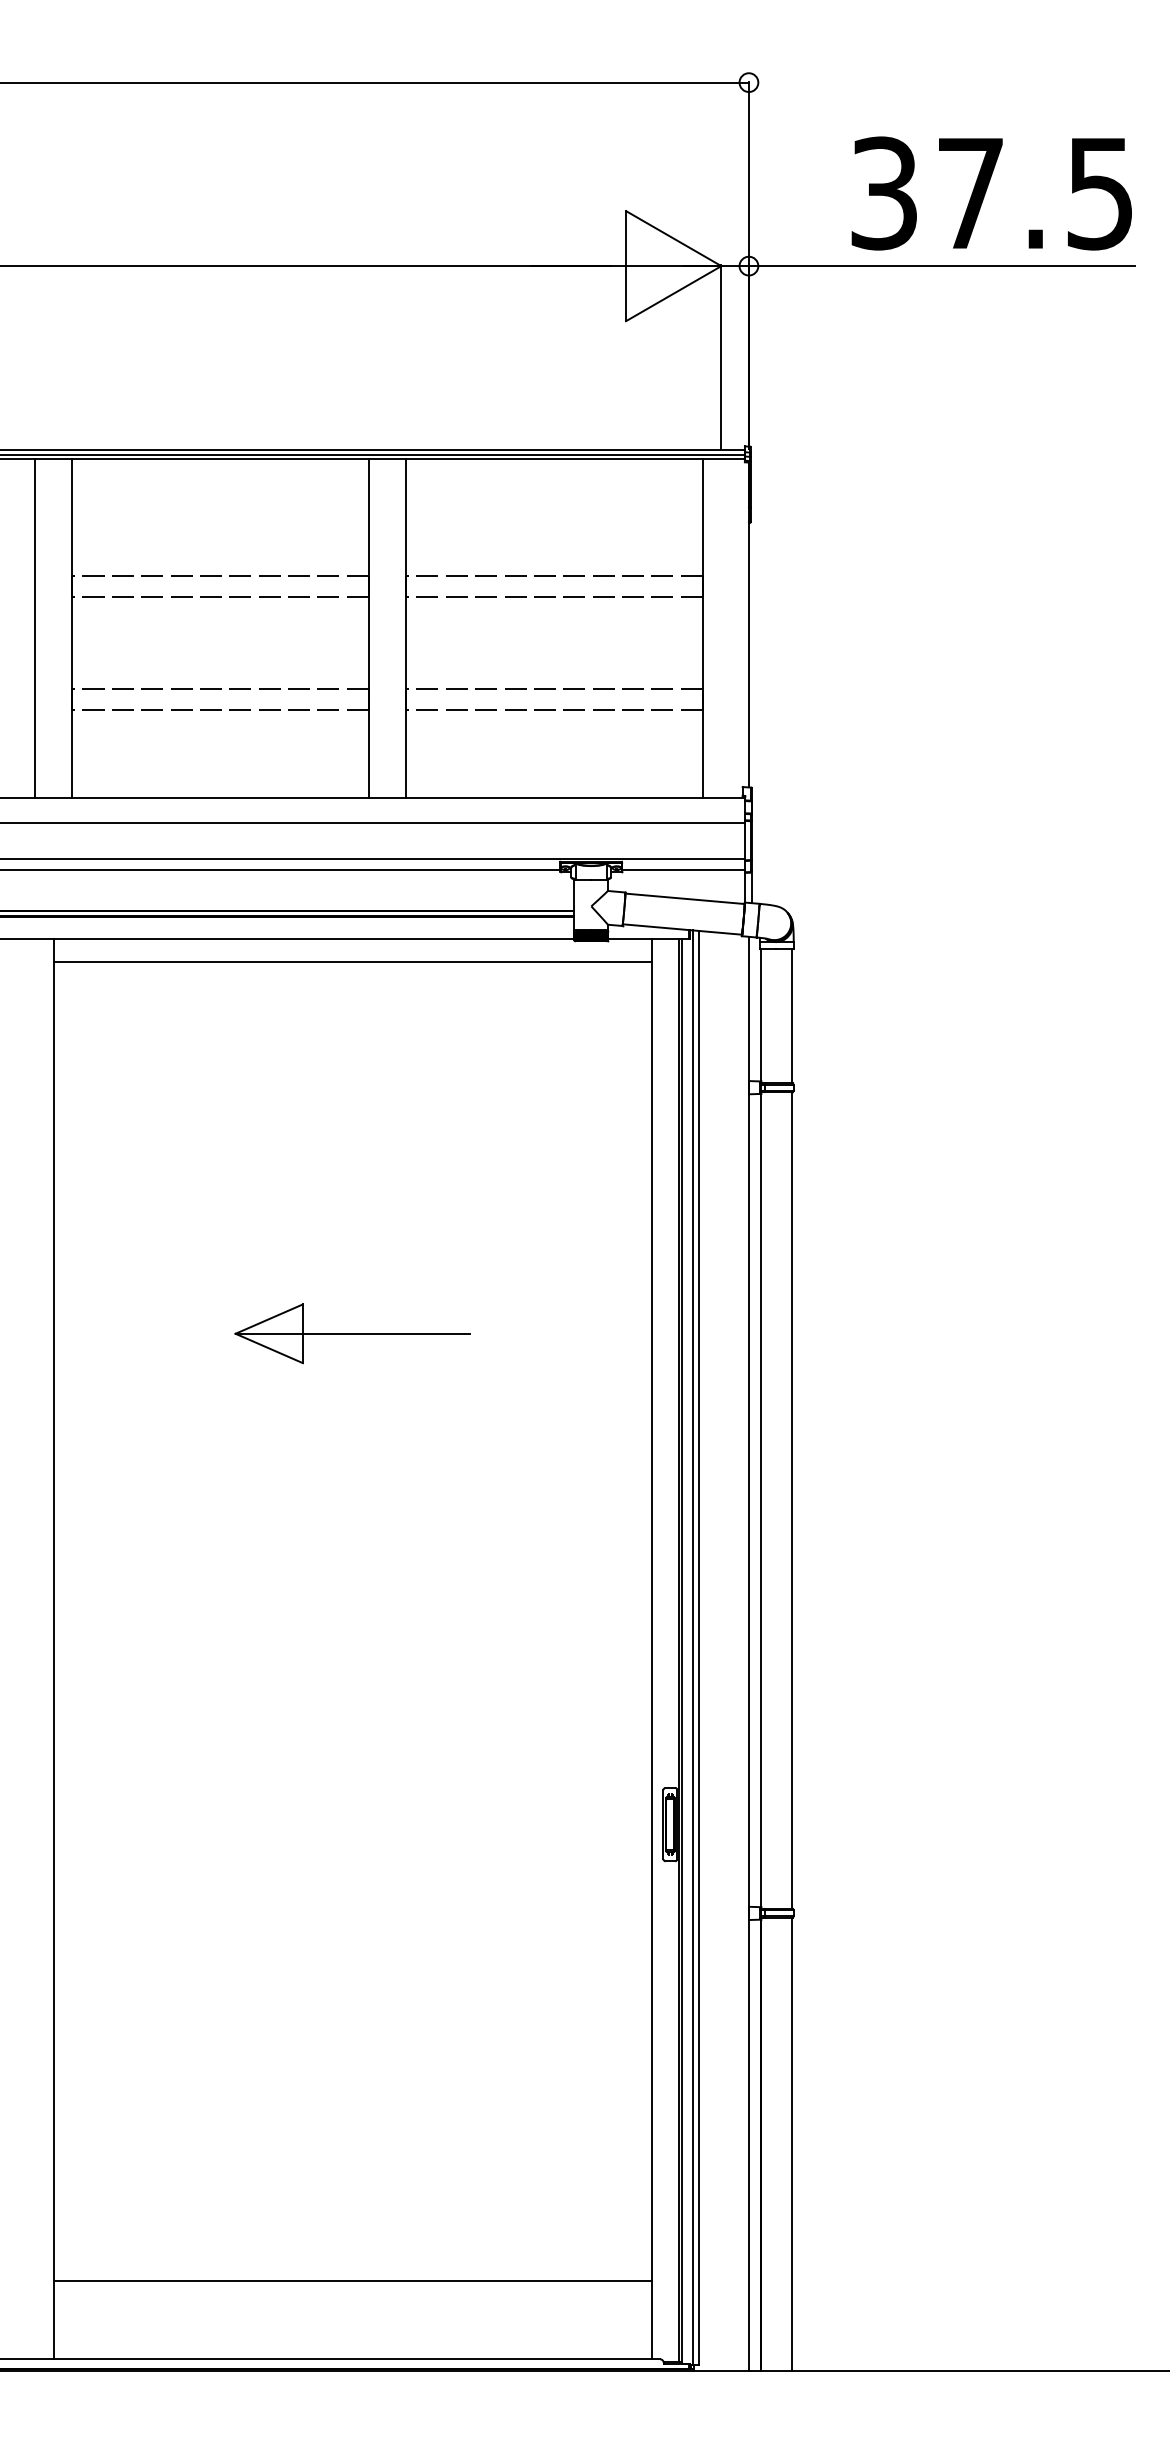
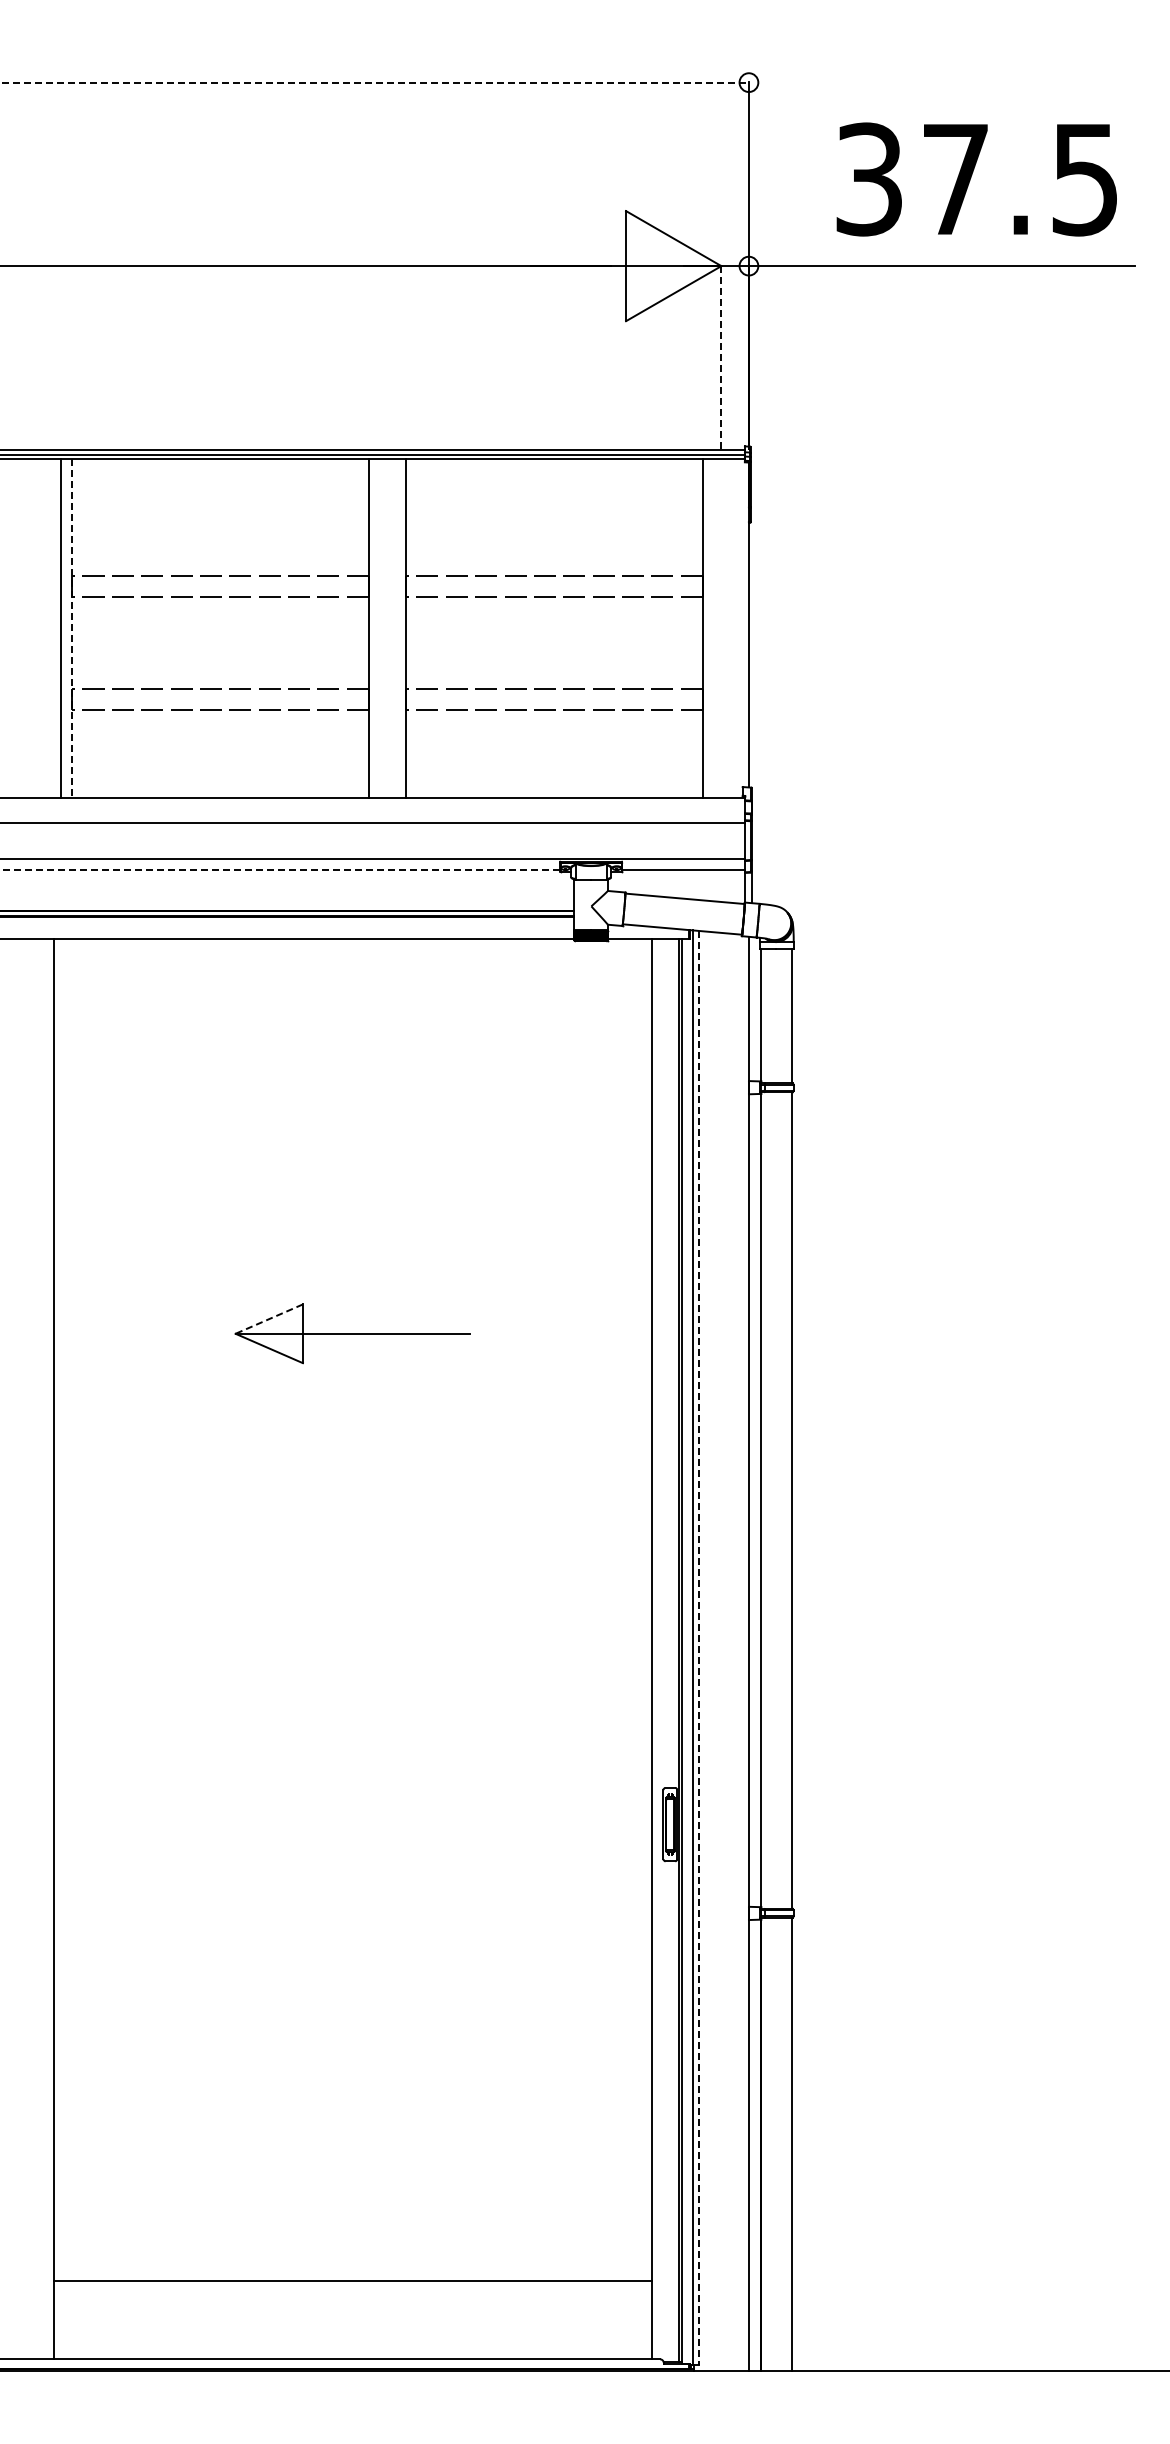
line at (374, 82): solid -> dashed
text at (991, 193) position: (991, 193) -> (976, 179)
line at (721, 357): solid -> dashed
line at (35, 628) position: (35, 628) -> (61, 628)
line at (71, 628): solid -> dashed
line at (280, 870): solid -> dashed
line at (352, 962): present -> none
line at (269, 1319): solid -> dashed
line at (699, 1647): solid -> dashed
